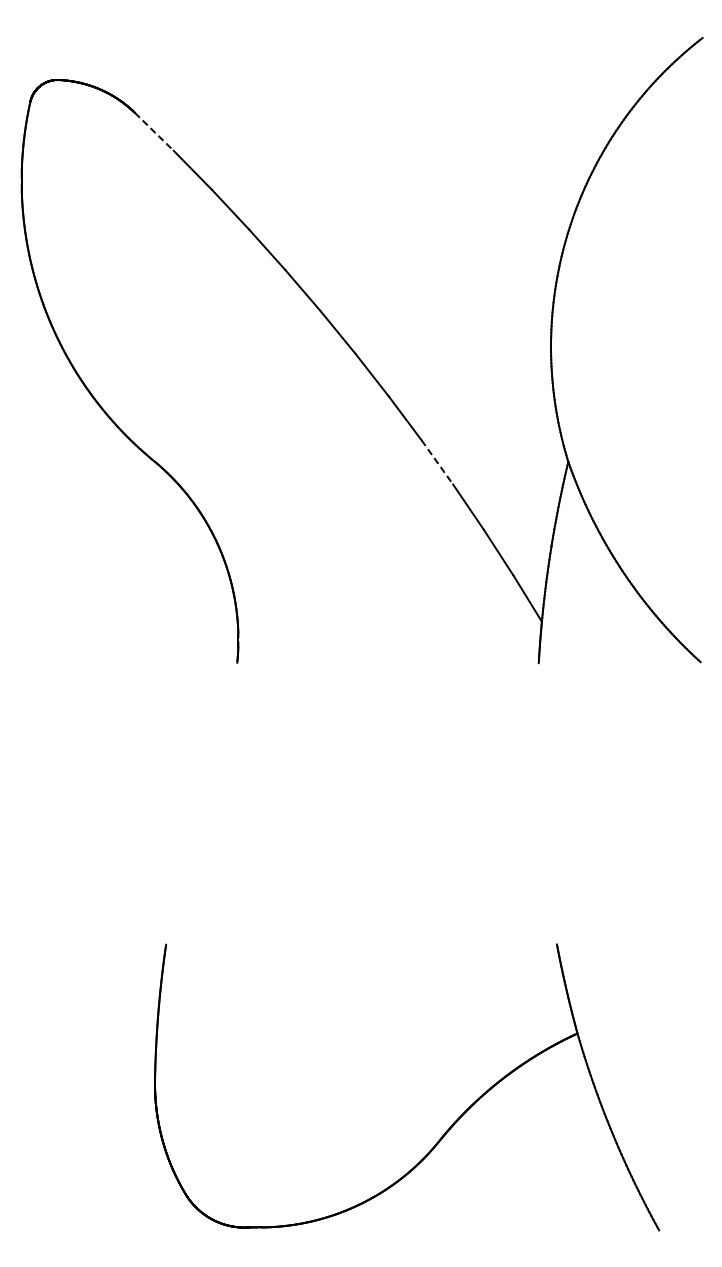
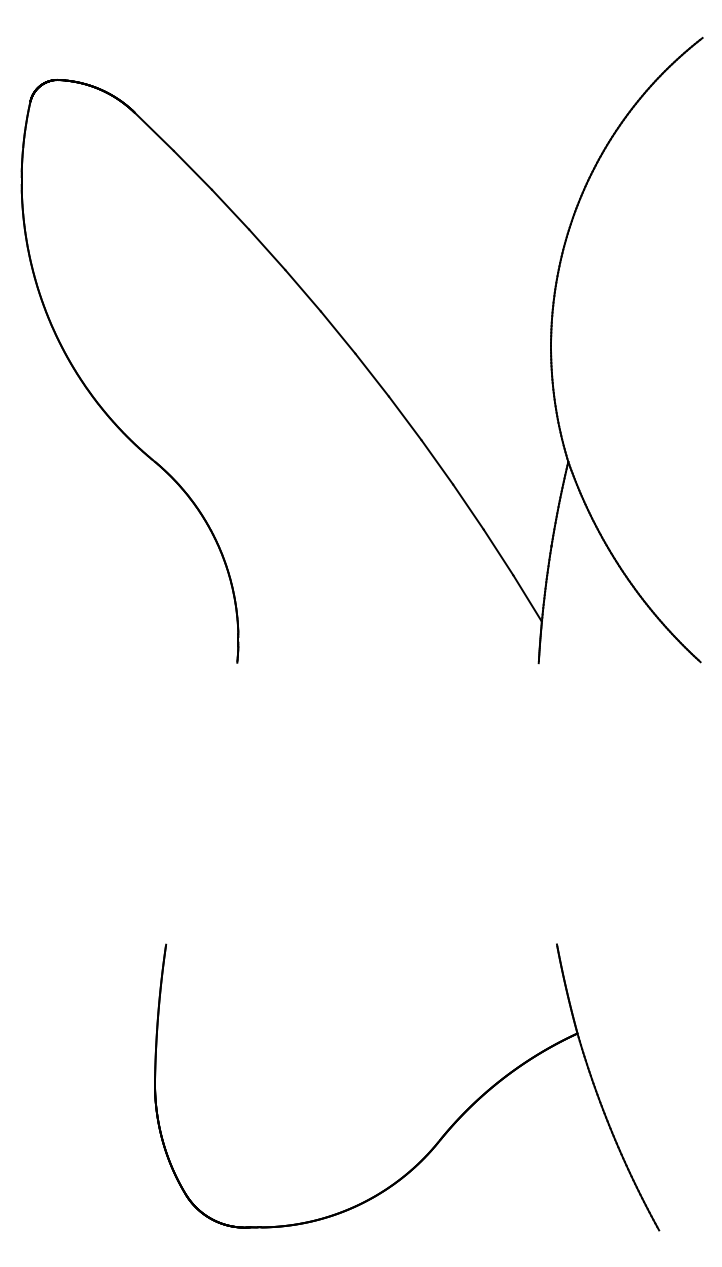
line at (154, 132): dashed -> solid
line at (437, 462): dashed -> solid
